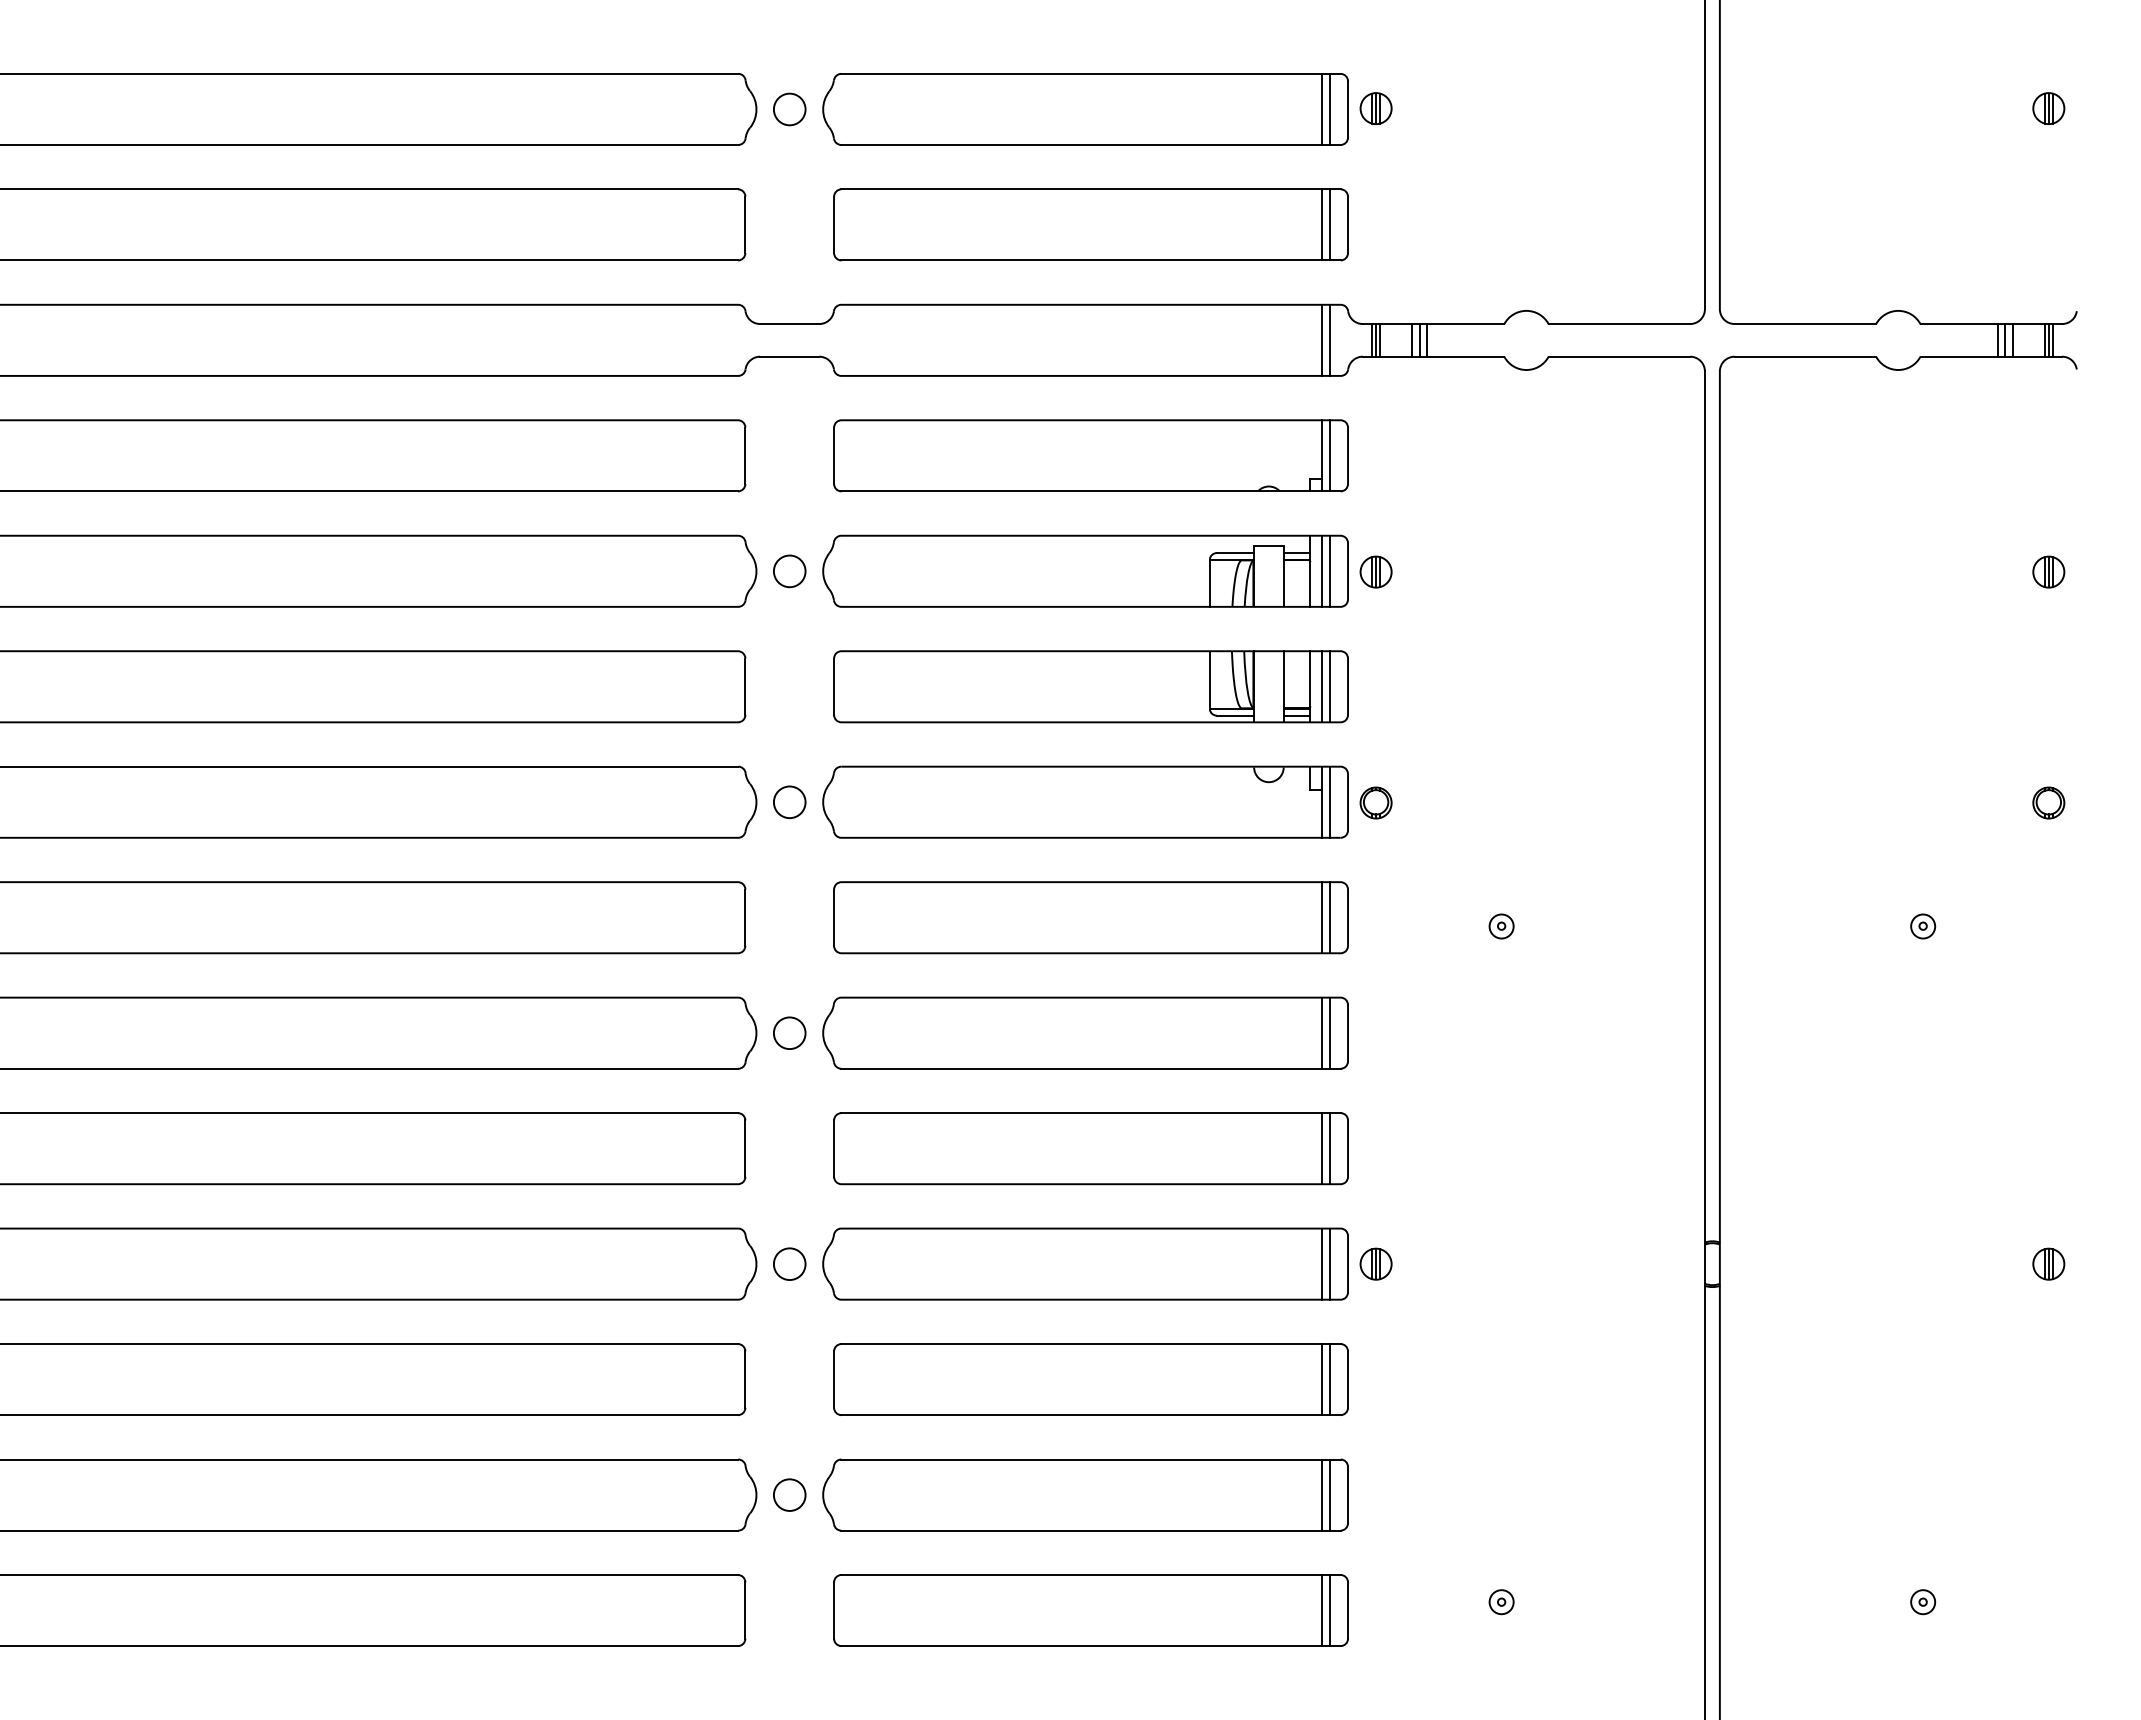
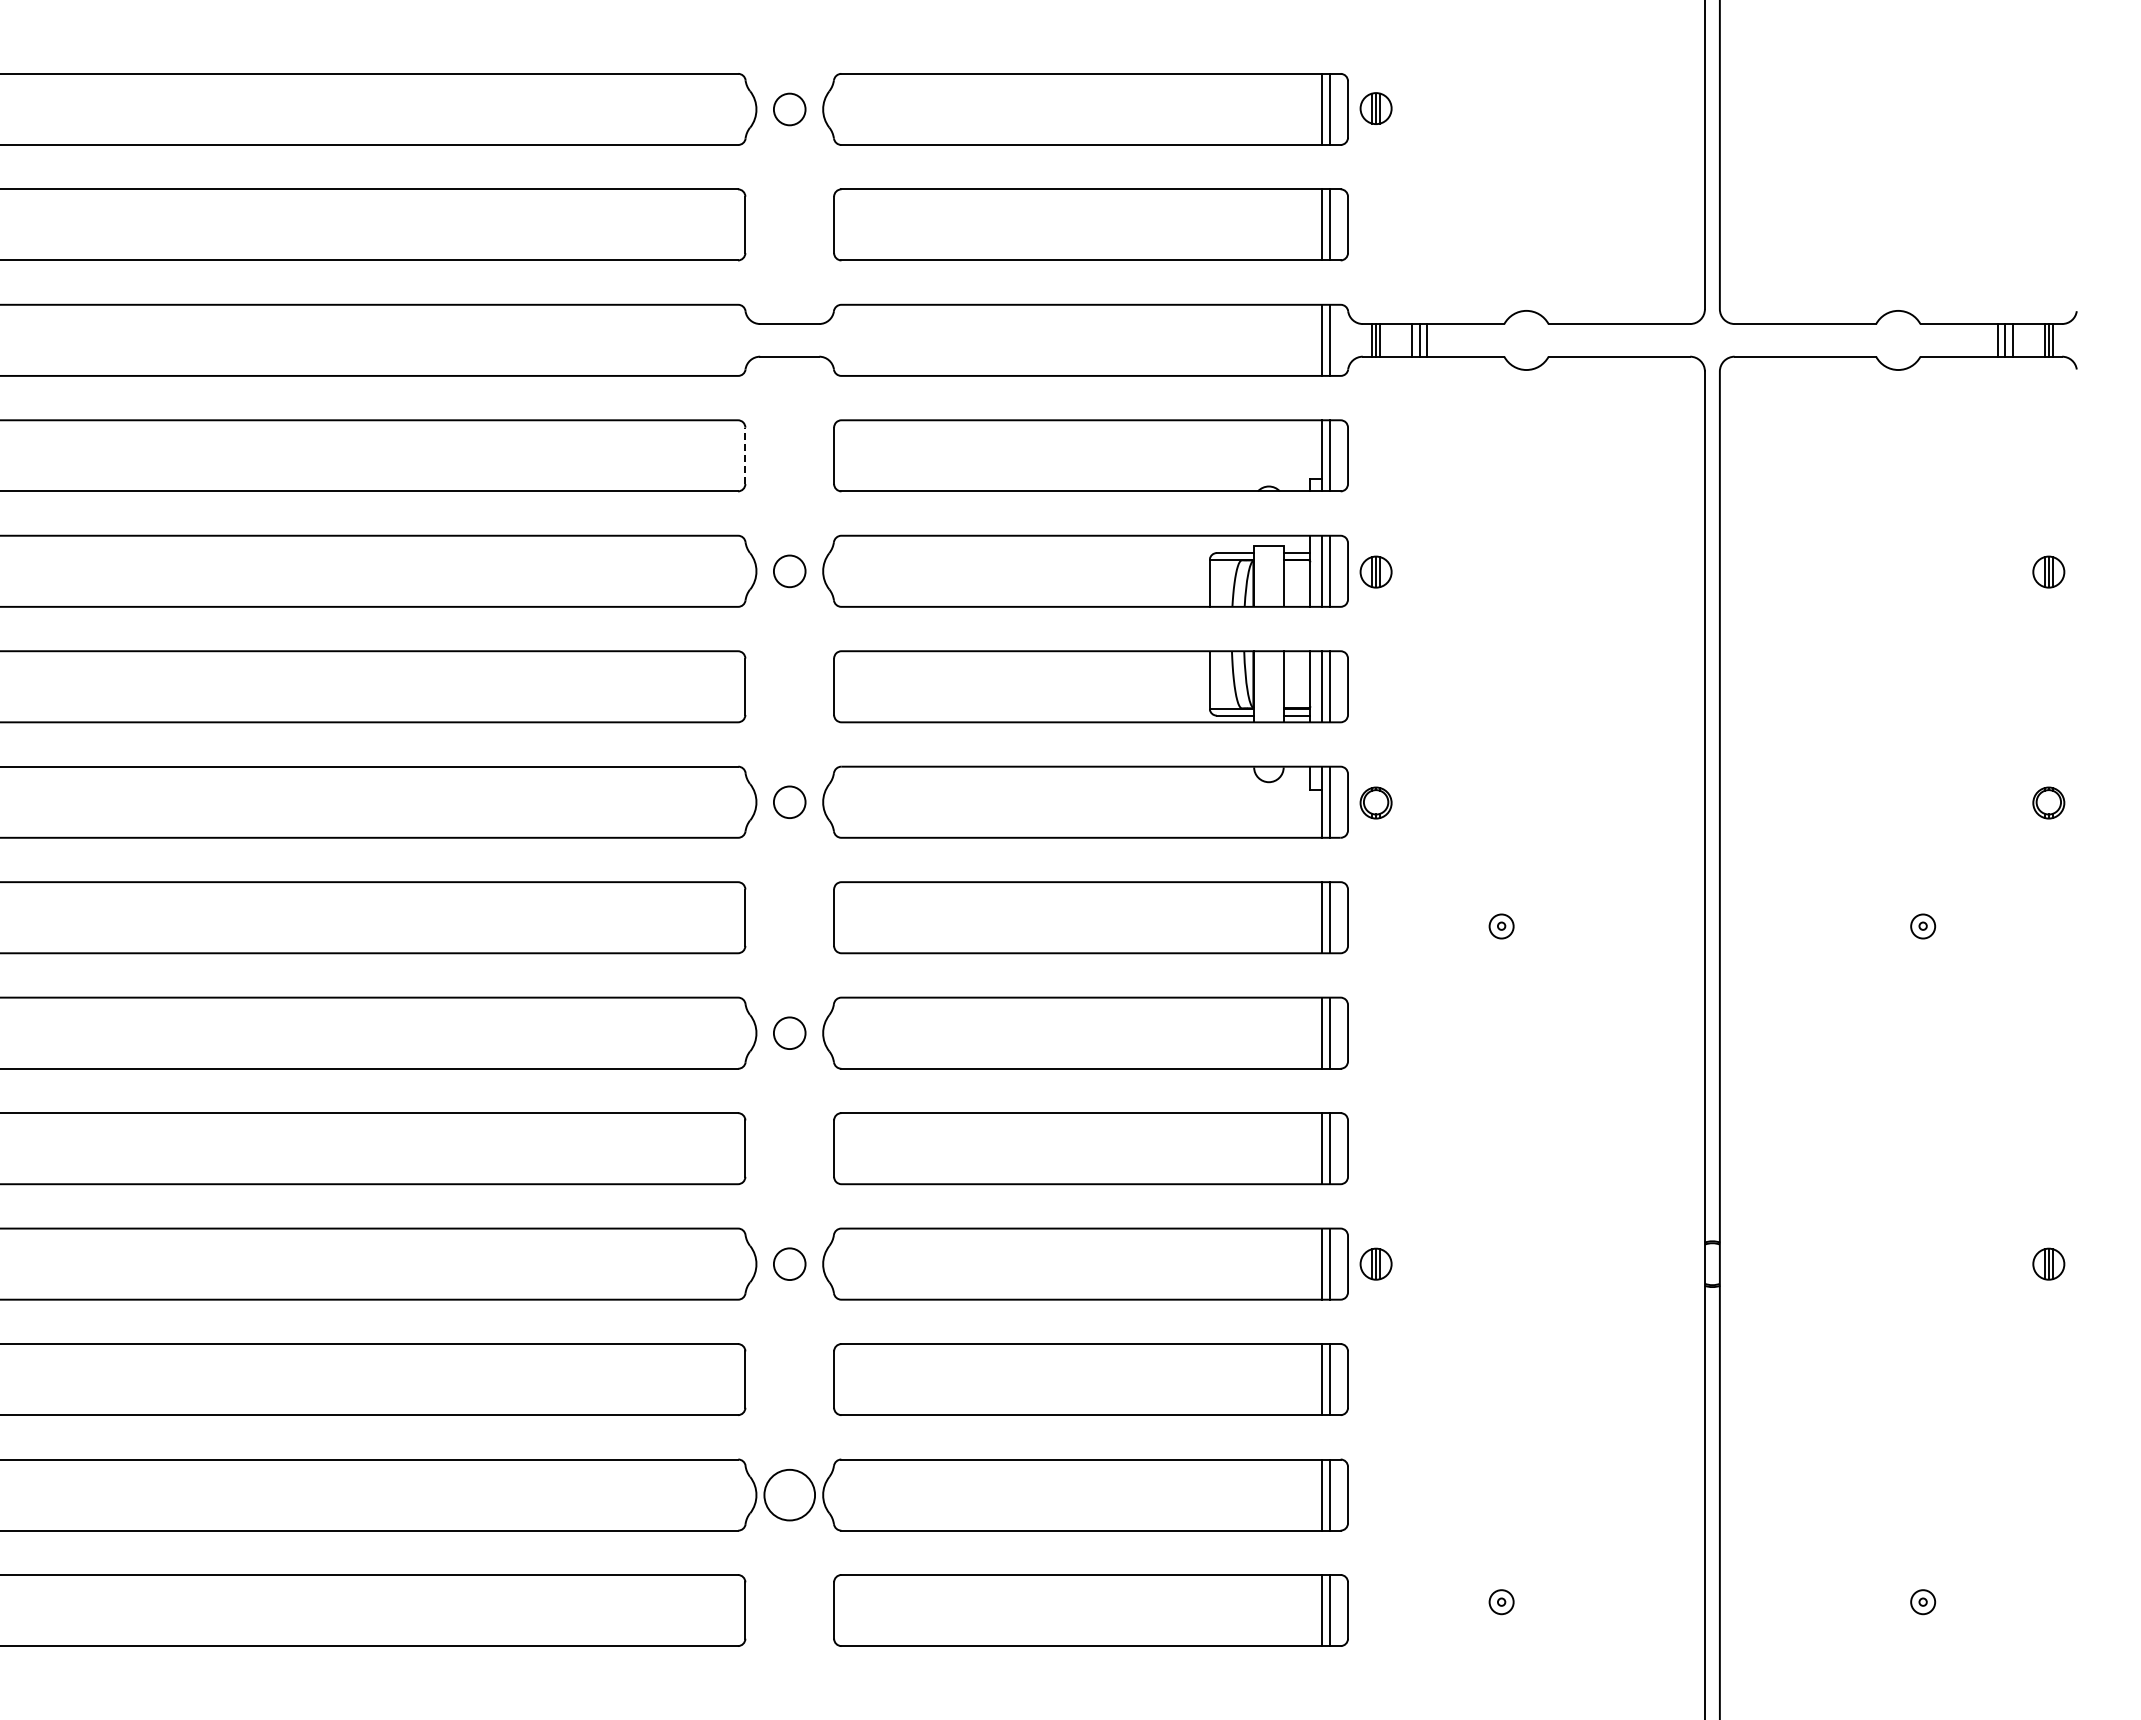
part at (2048, 108): present -> none
line at (745, 455): solid -> dashed
circle at (789, 1494) diameter: 32 px -> 51 px
